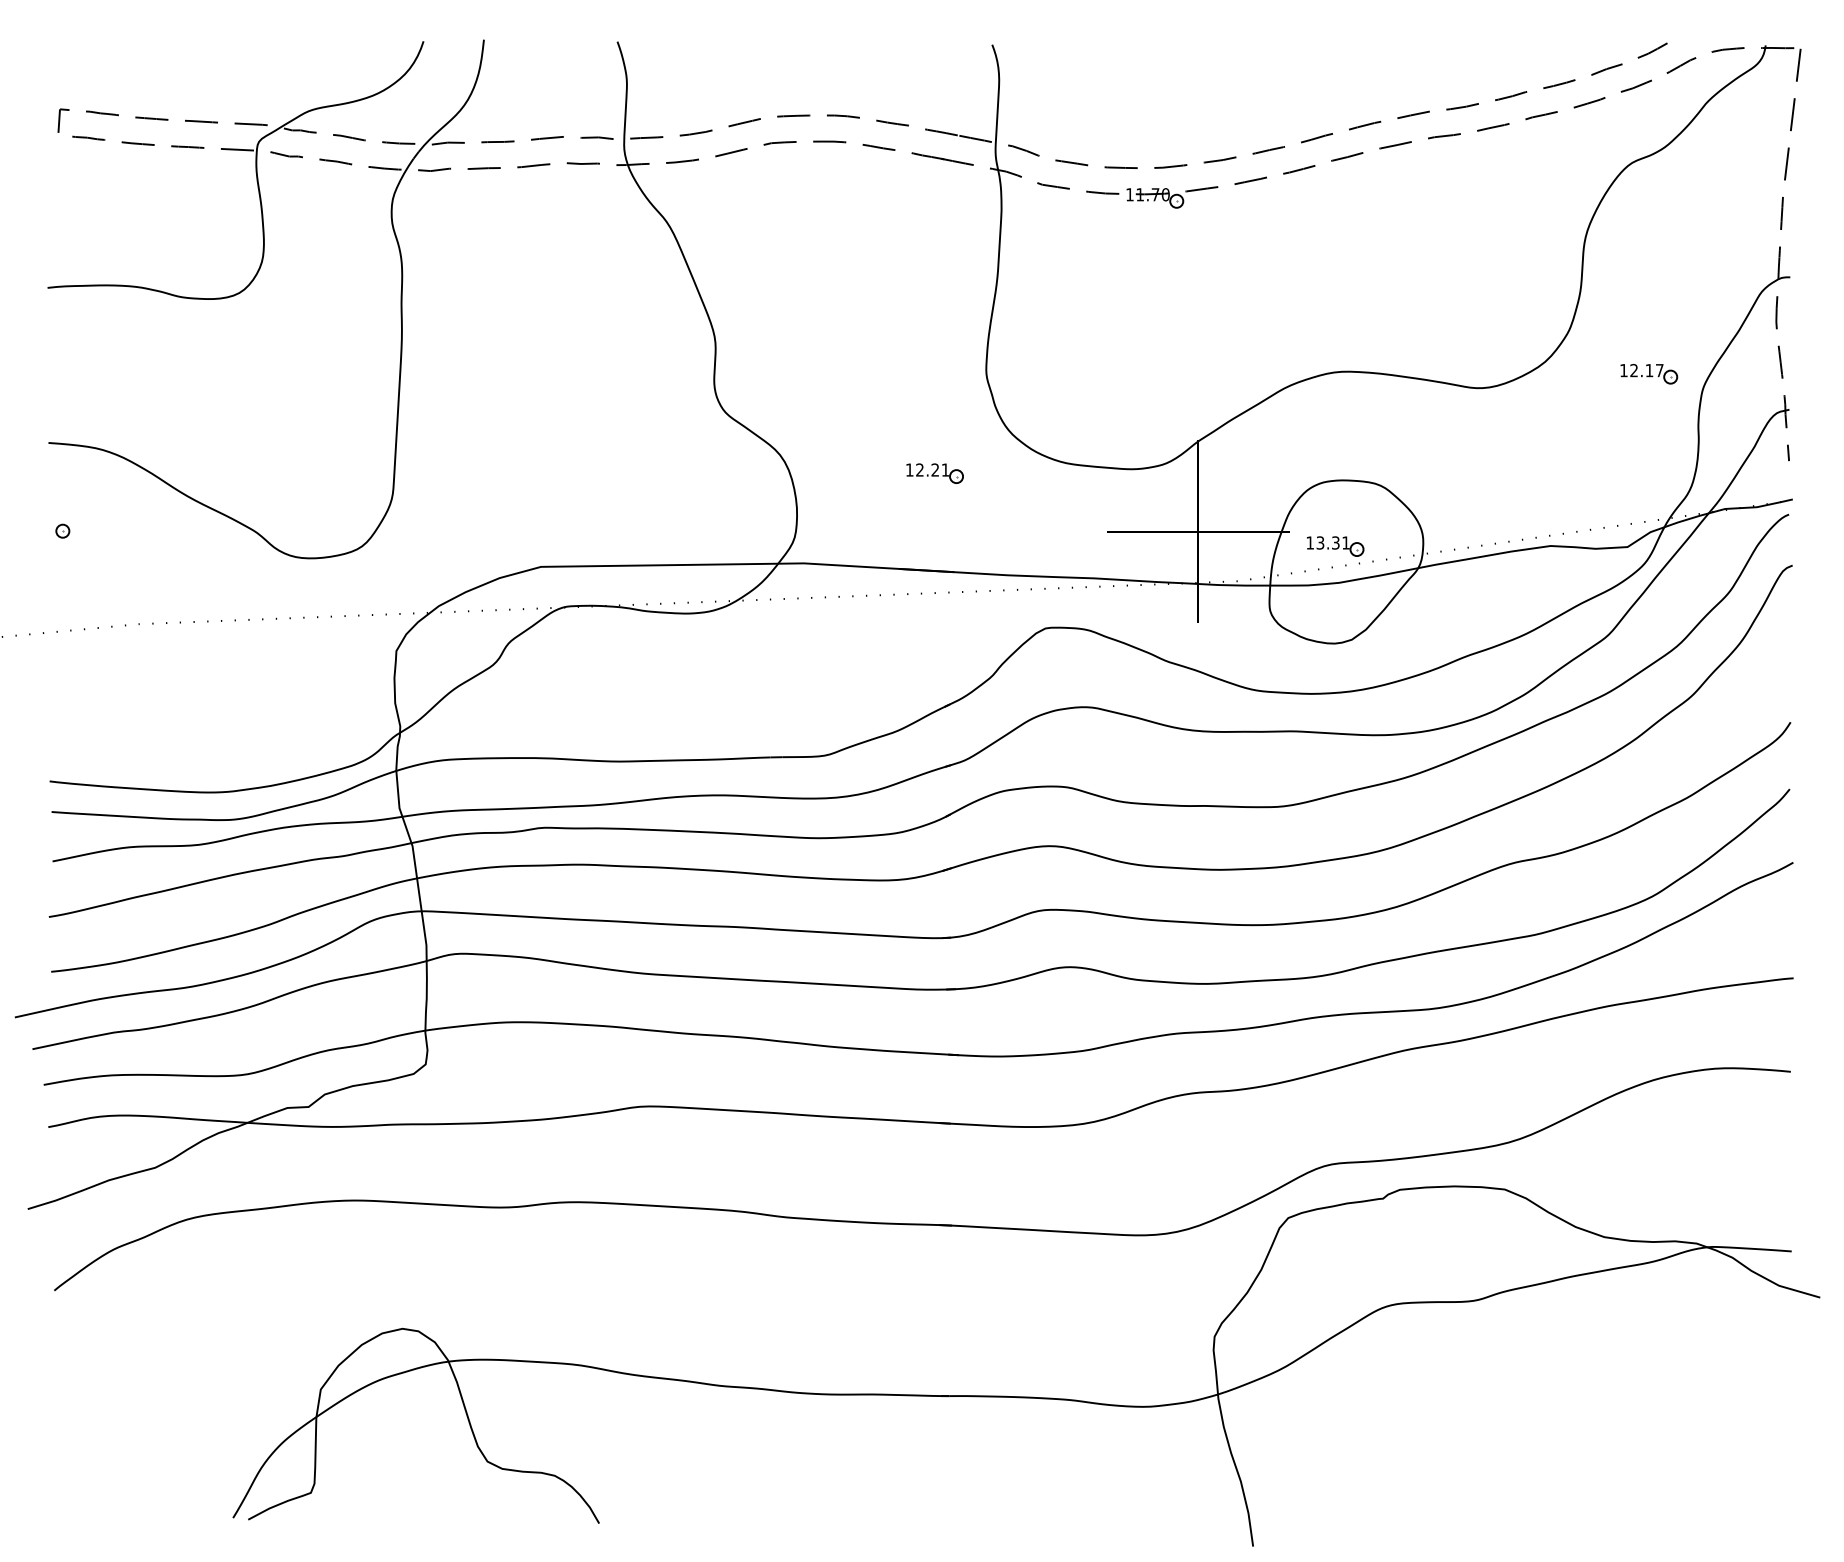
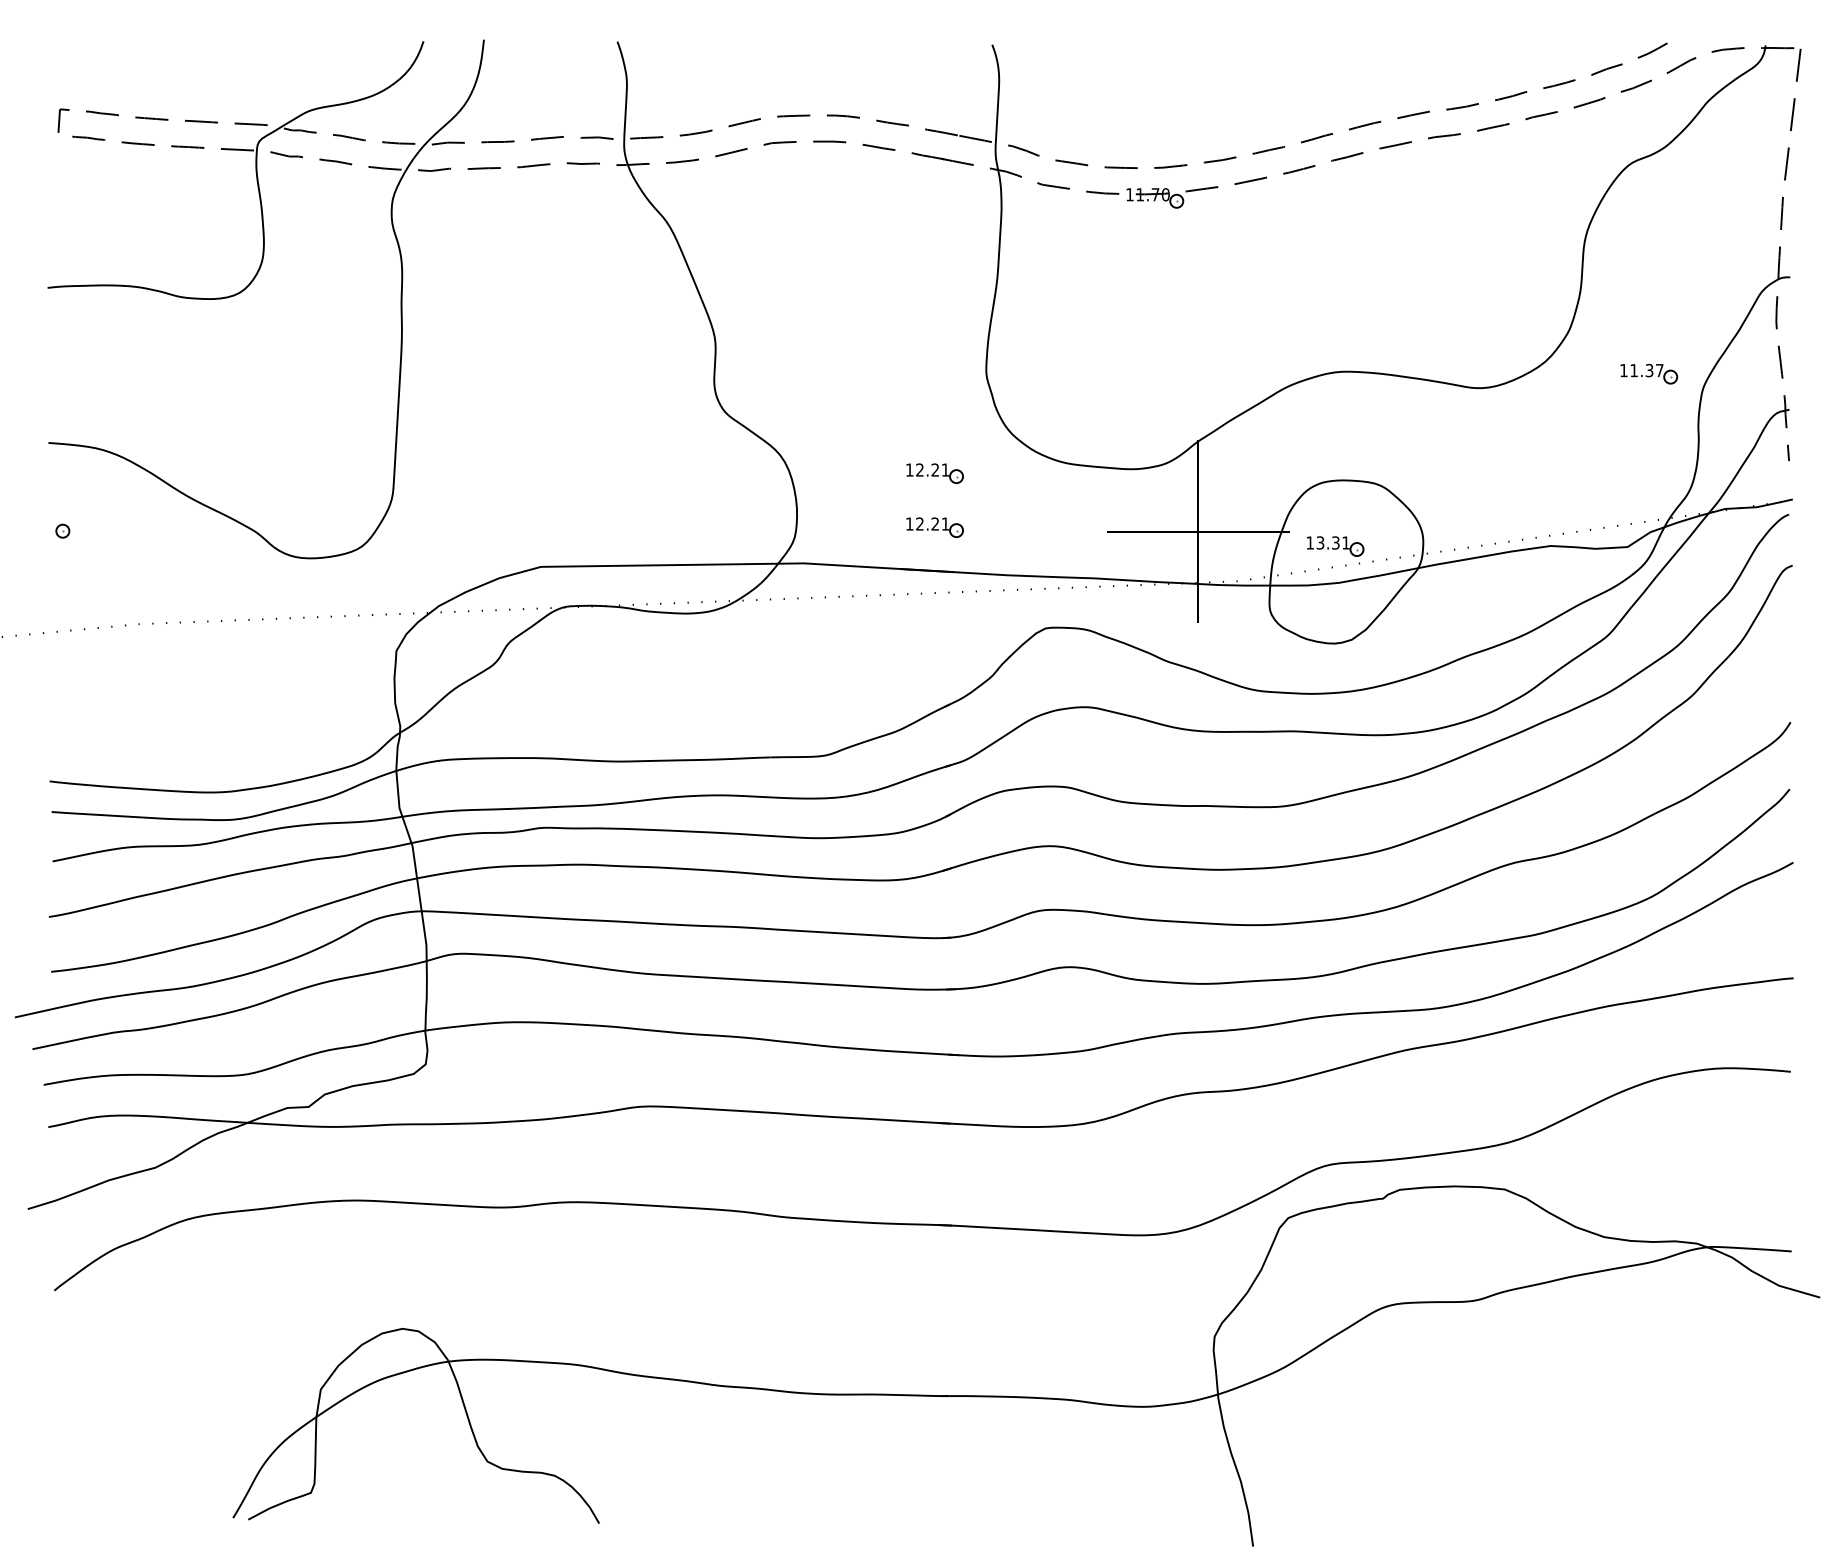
text at (1641, 370): 12.17 -> 11.37
part at (934, 527): none -> present
